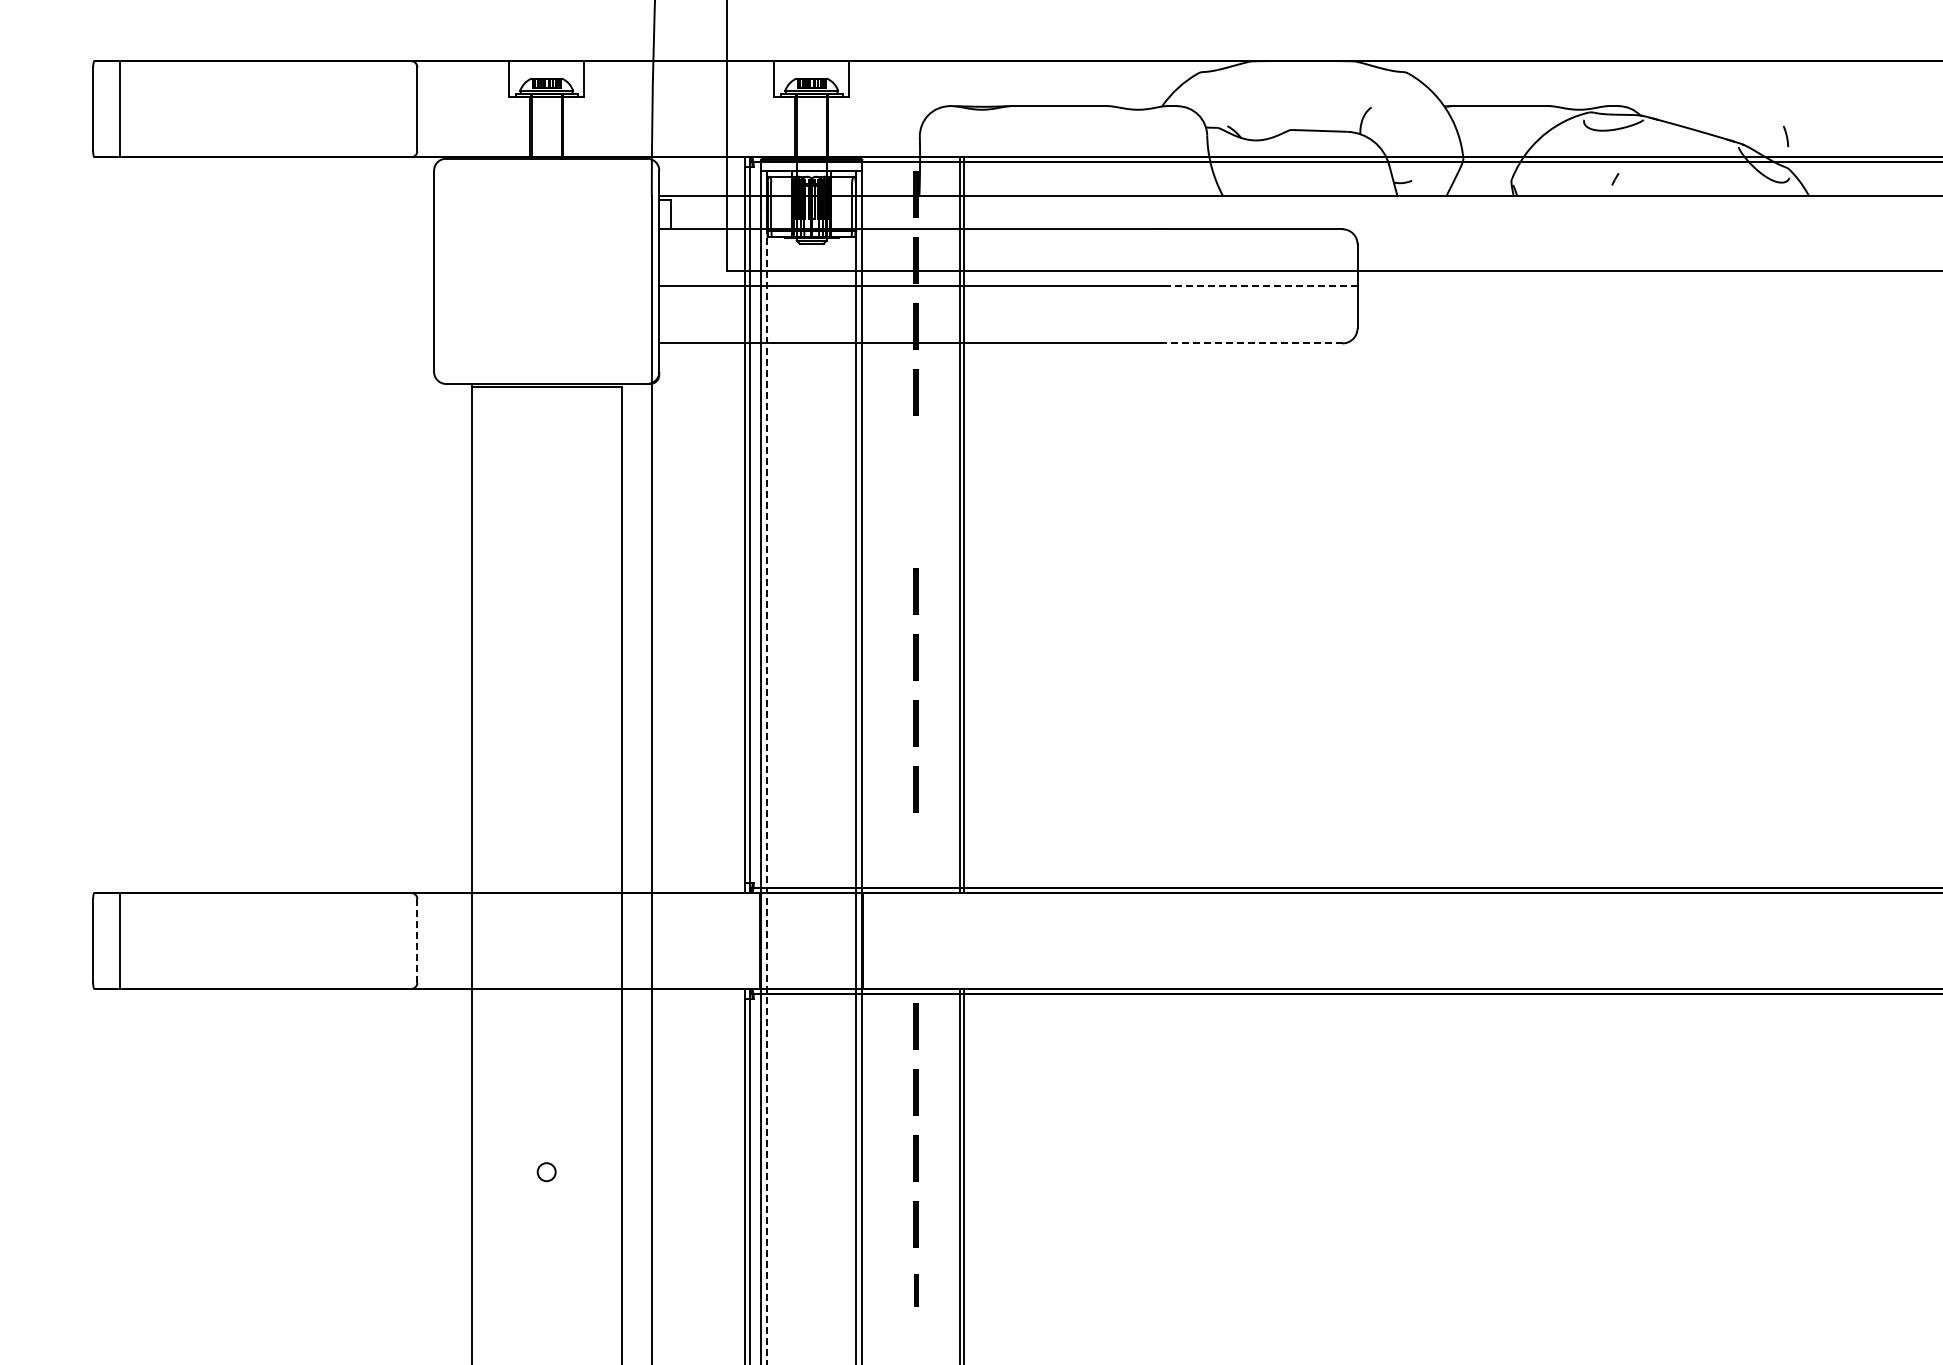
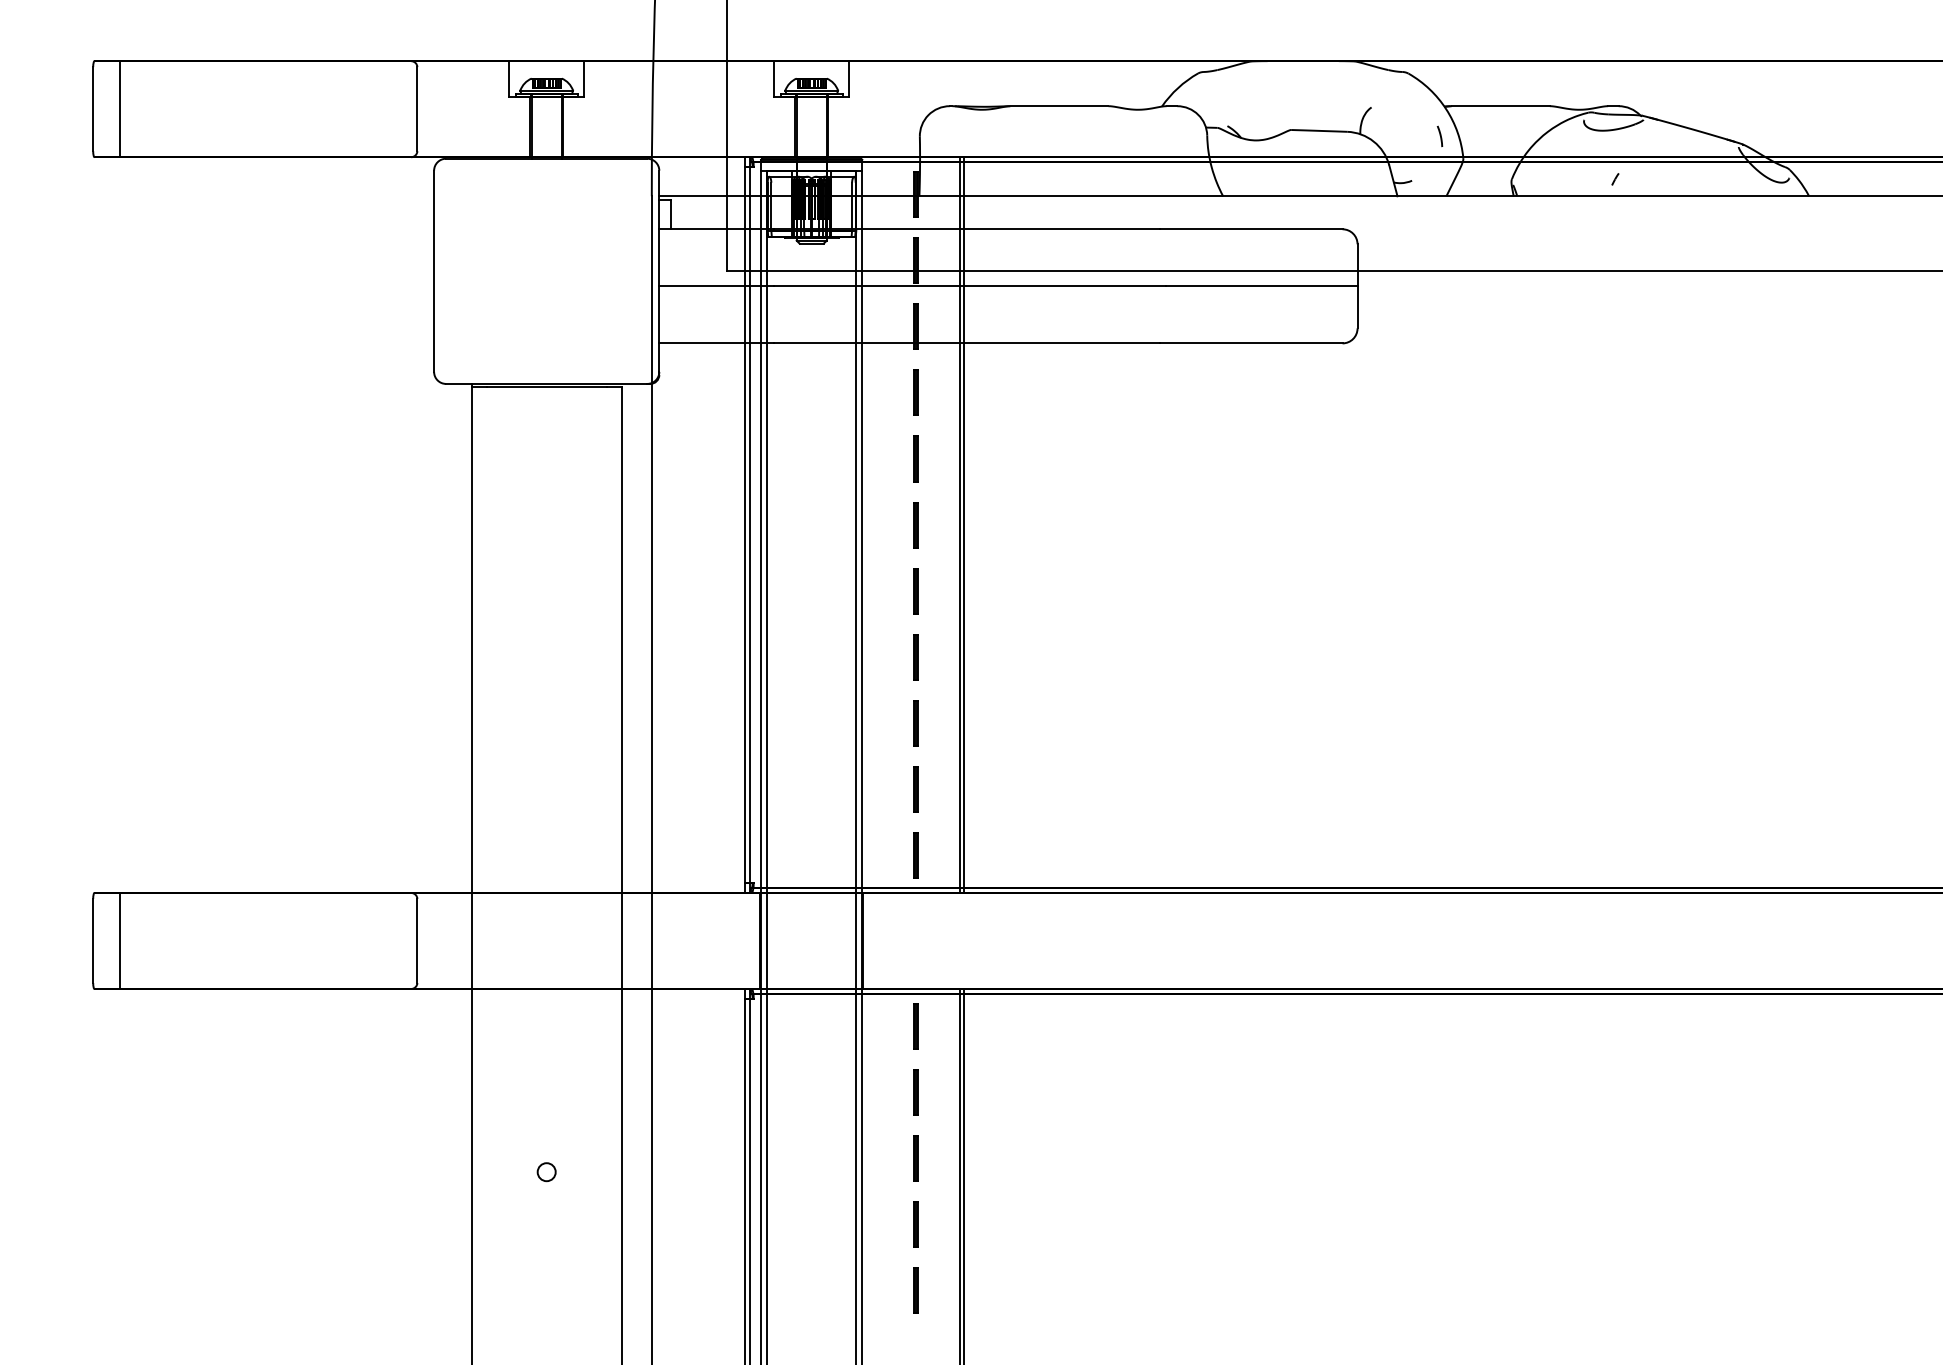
curve at (1785, 135) position: (1785, 135) -> (1439, 135)
line at (1261, 286): dashed -> solid
line at (1250, 343): dashed -> solid
part at (915, 458): none -> present
part at (915, 525): none -> present
line at (767, 767): dashed -> solid
part at (915, 855): none -> present
line at (417, 940): dashed -> solid
part at (916, 1290) size: 5x33 px -> 6x47 px
